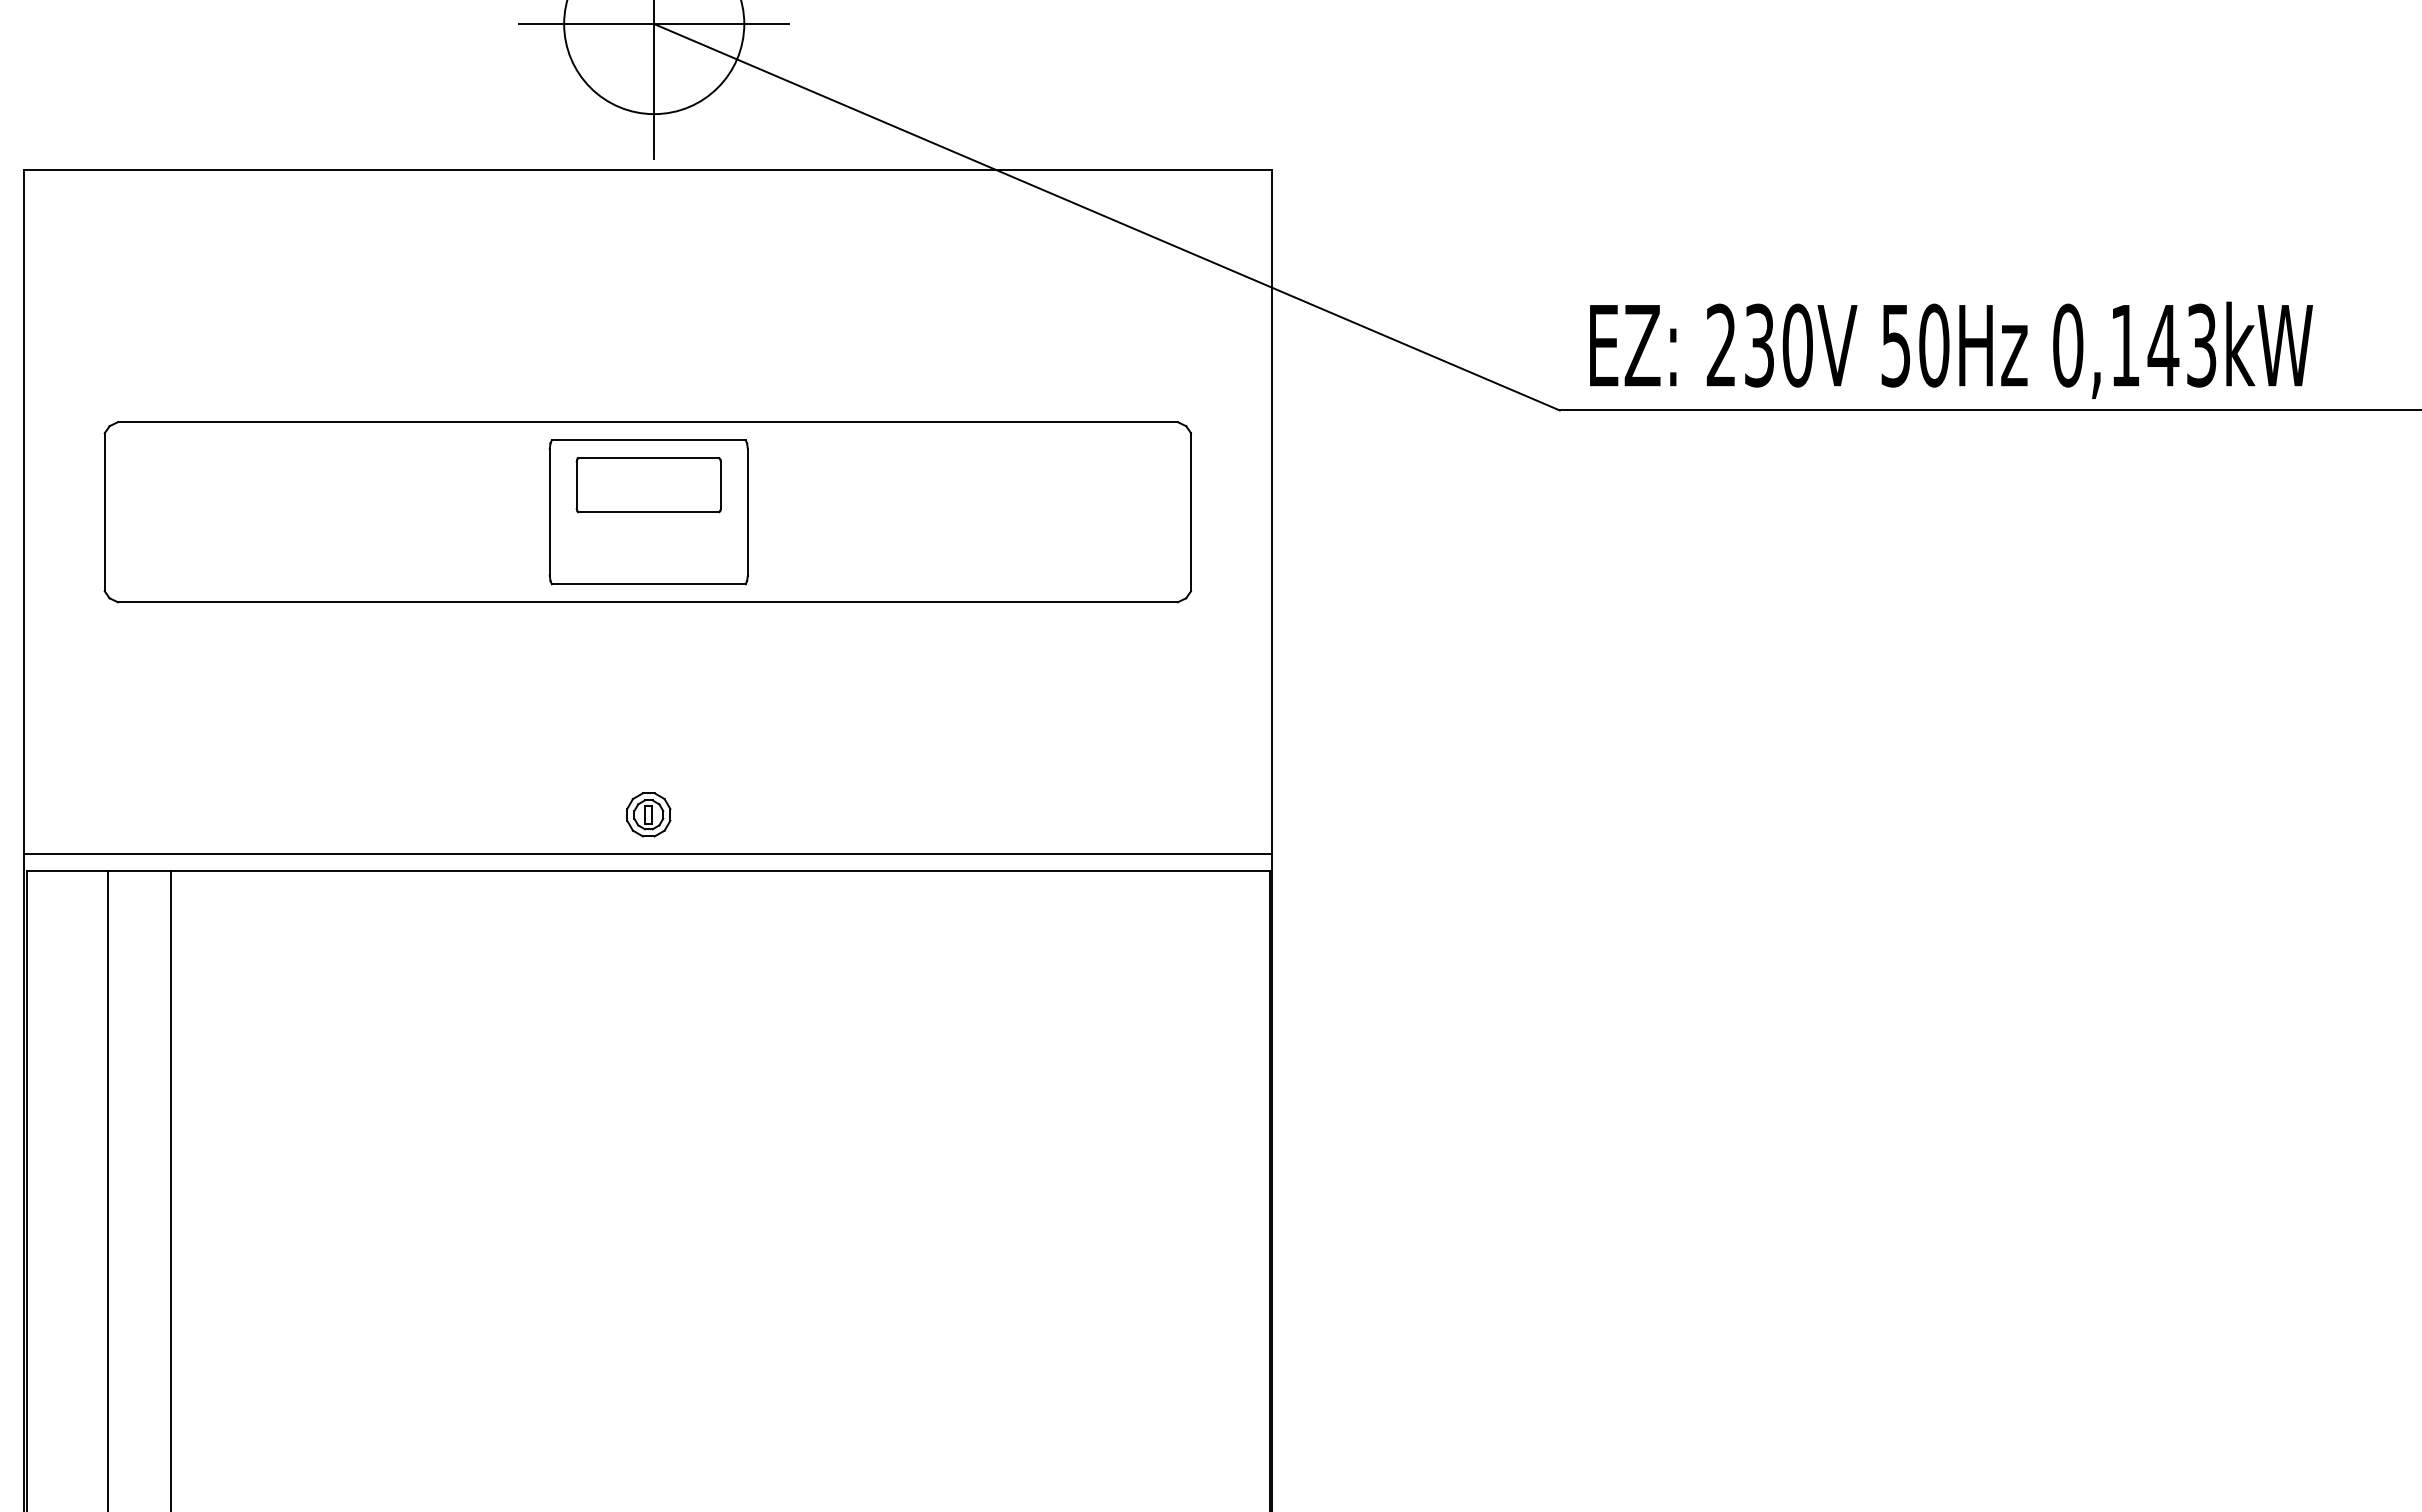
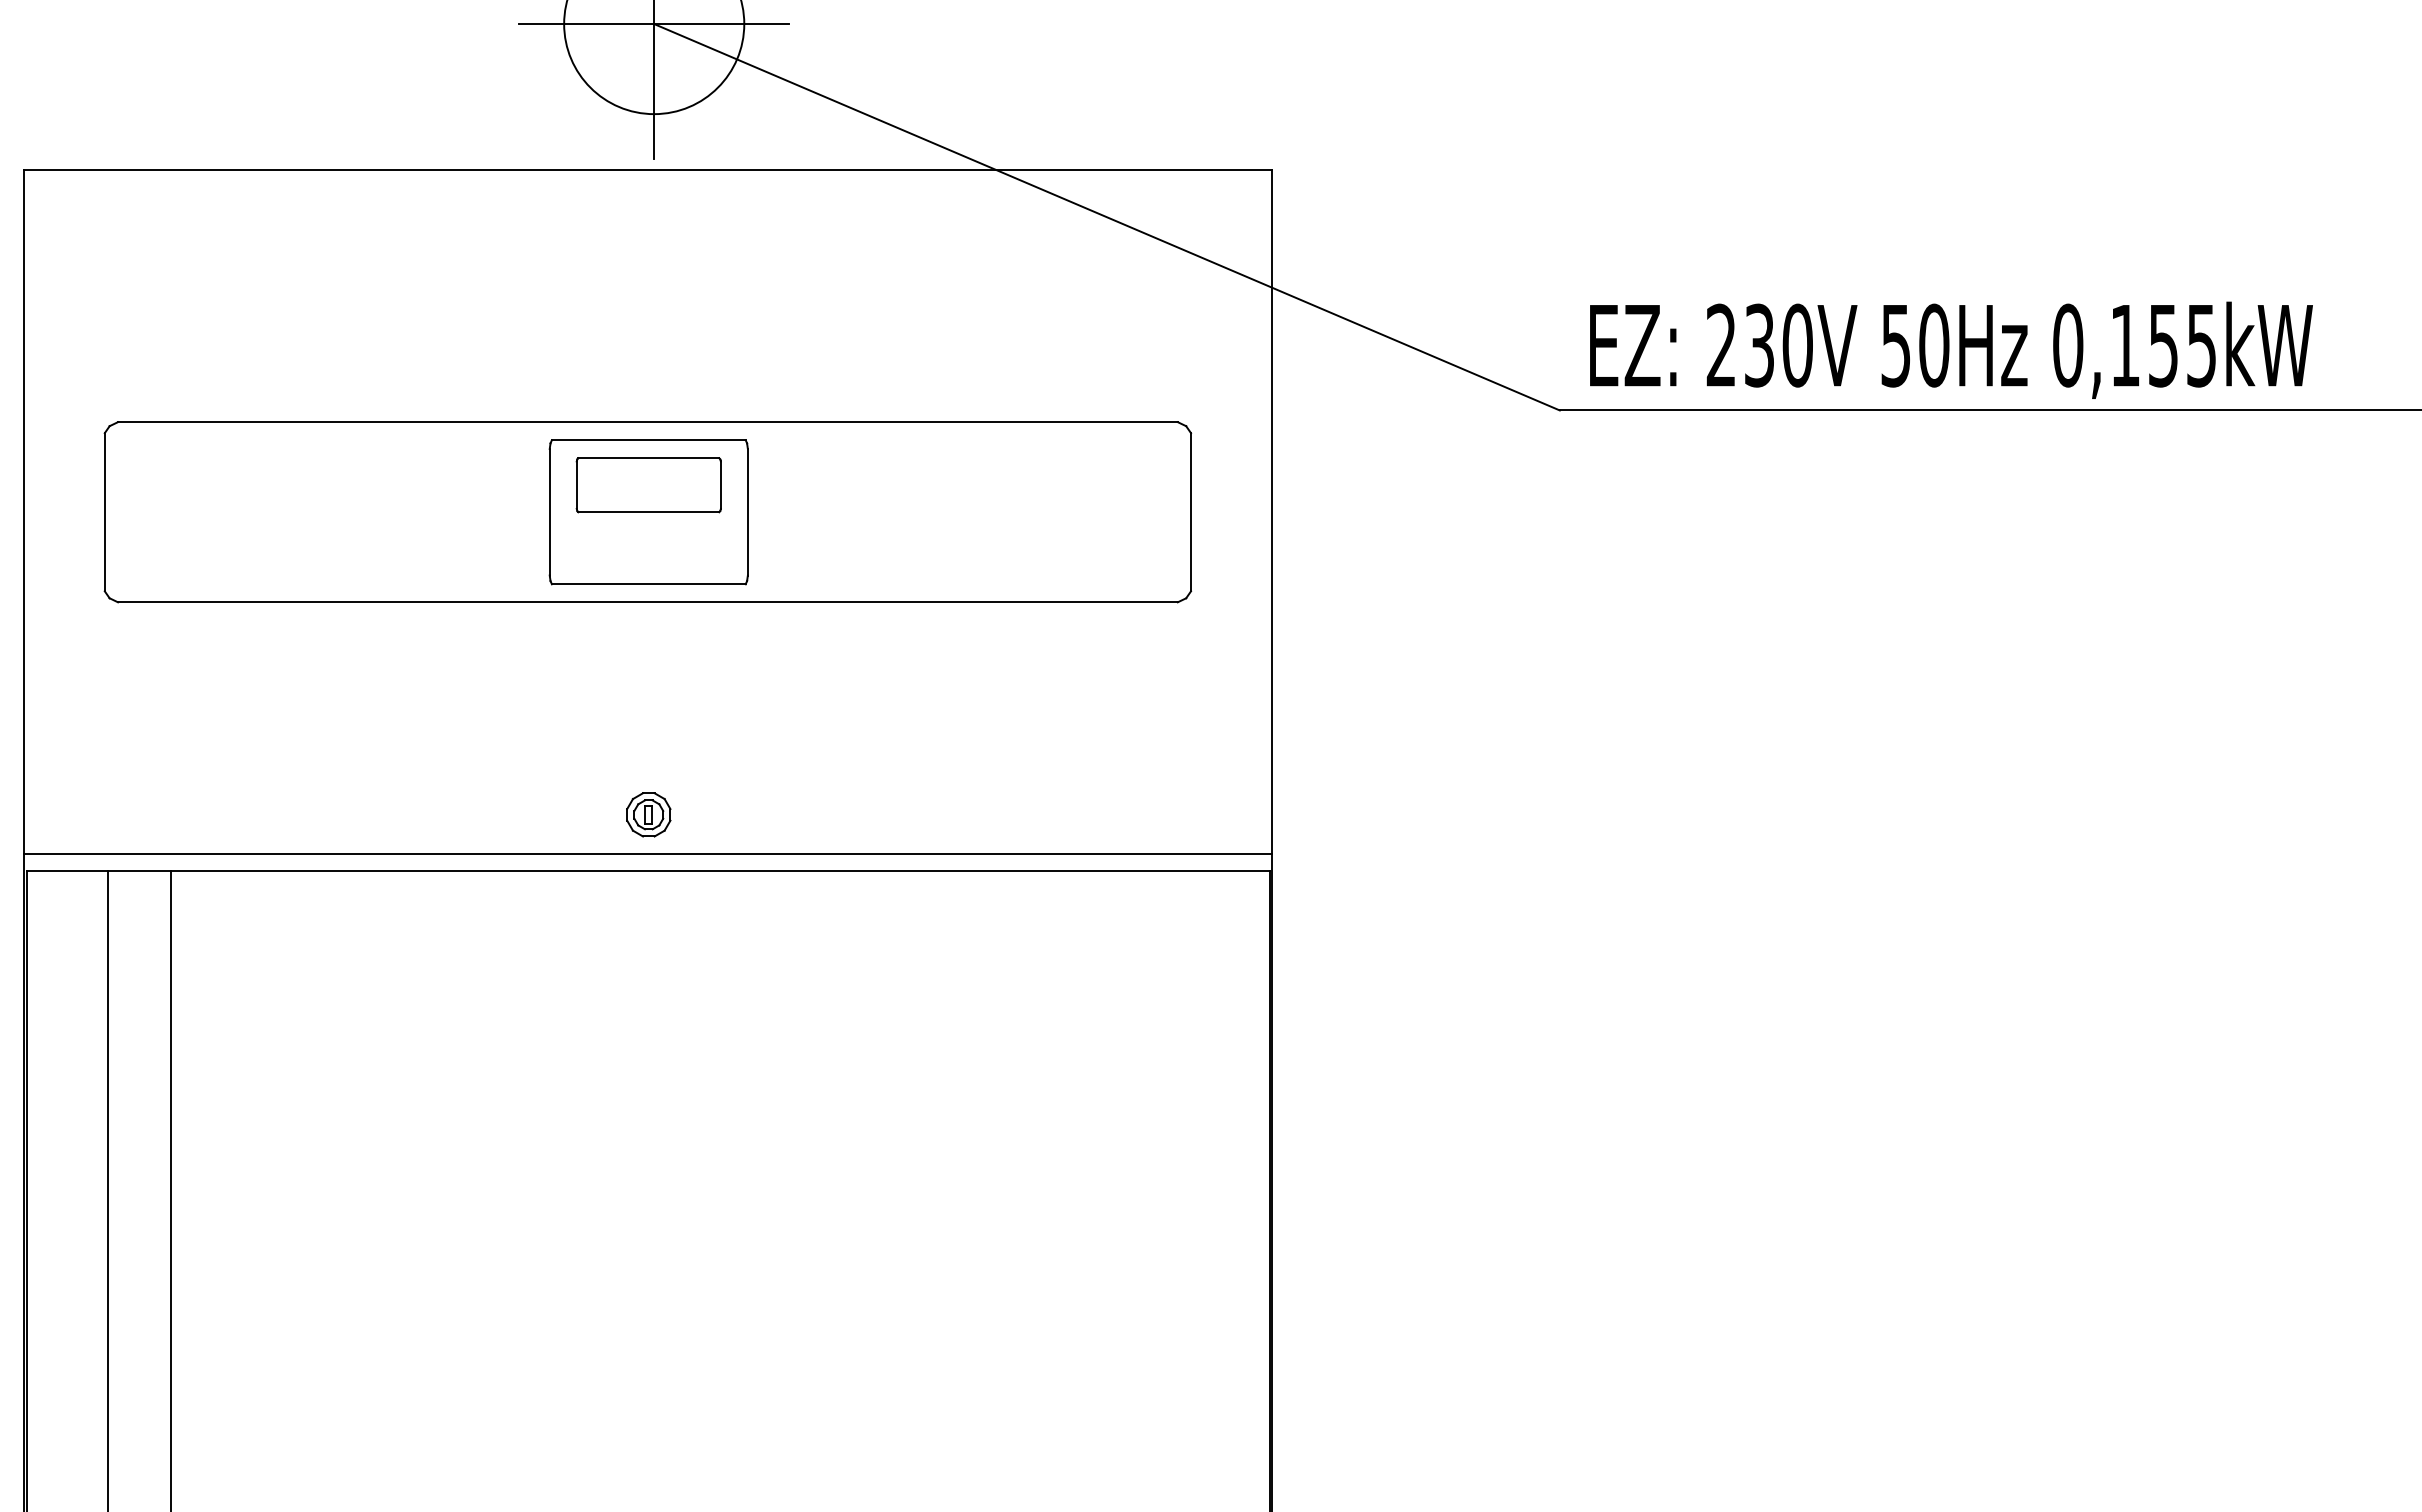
text at (2181, 345): 0,143kW -> 0,155kW
